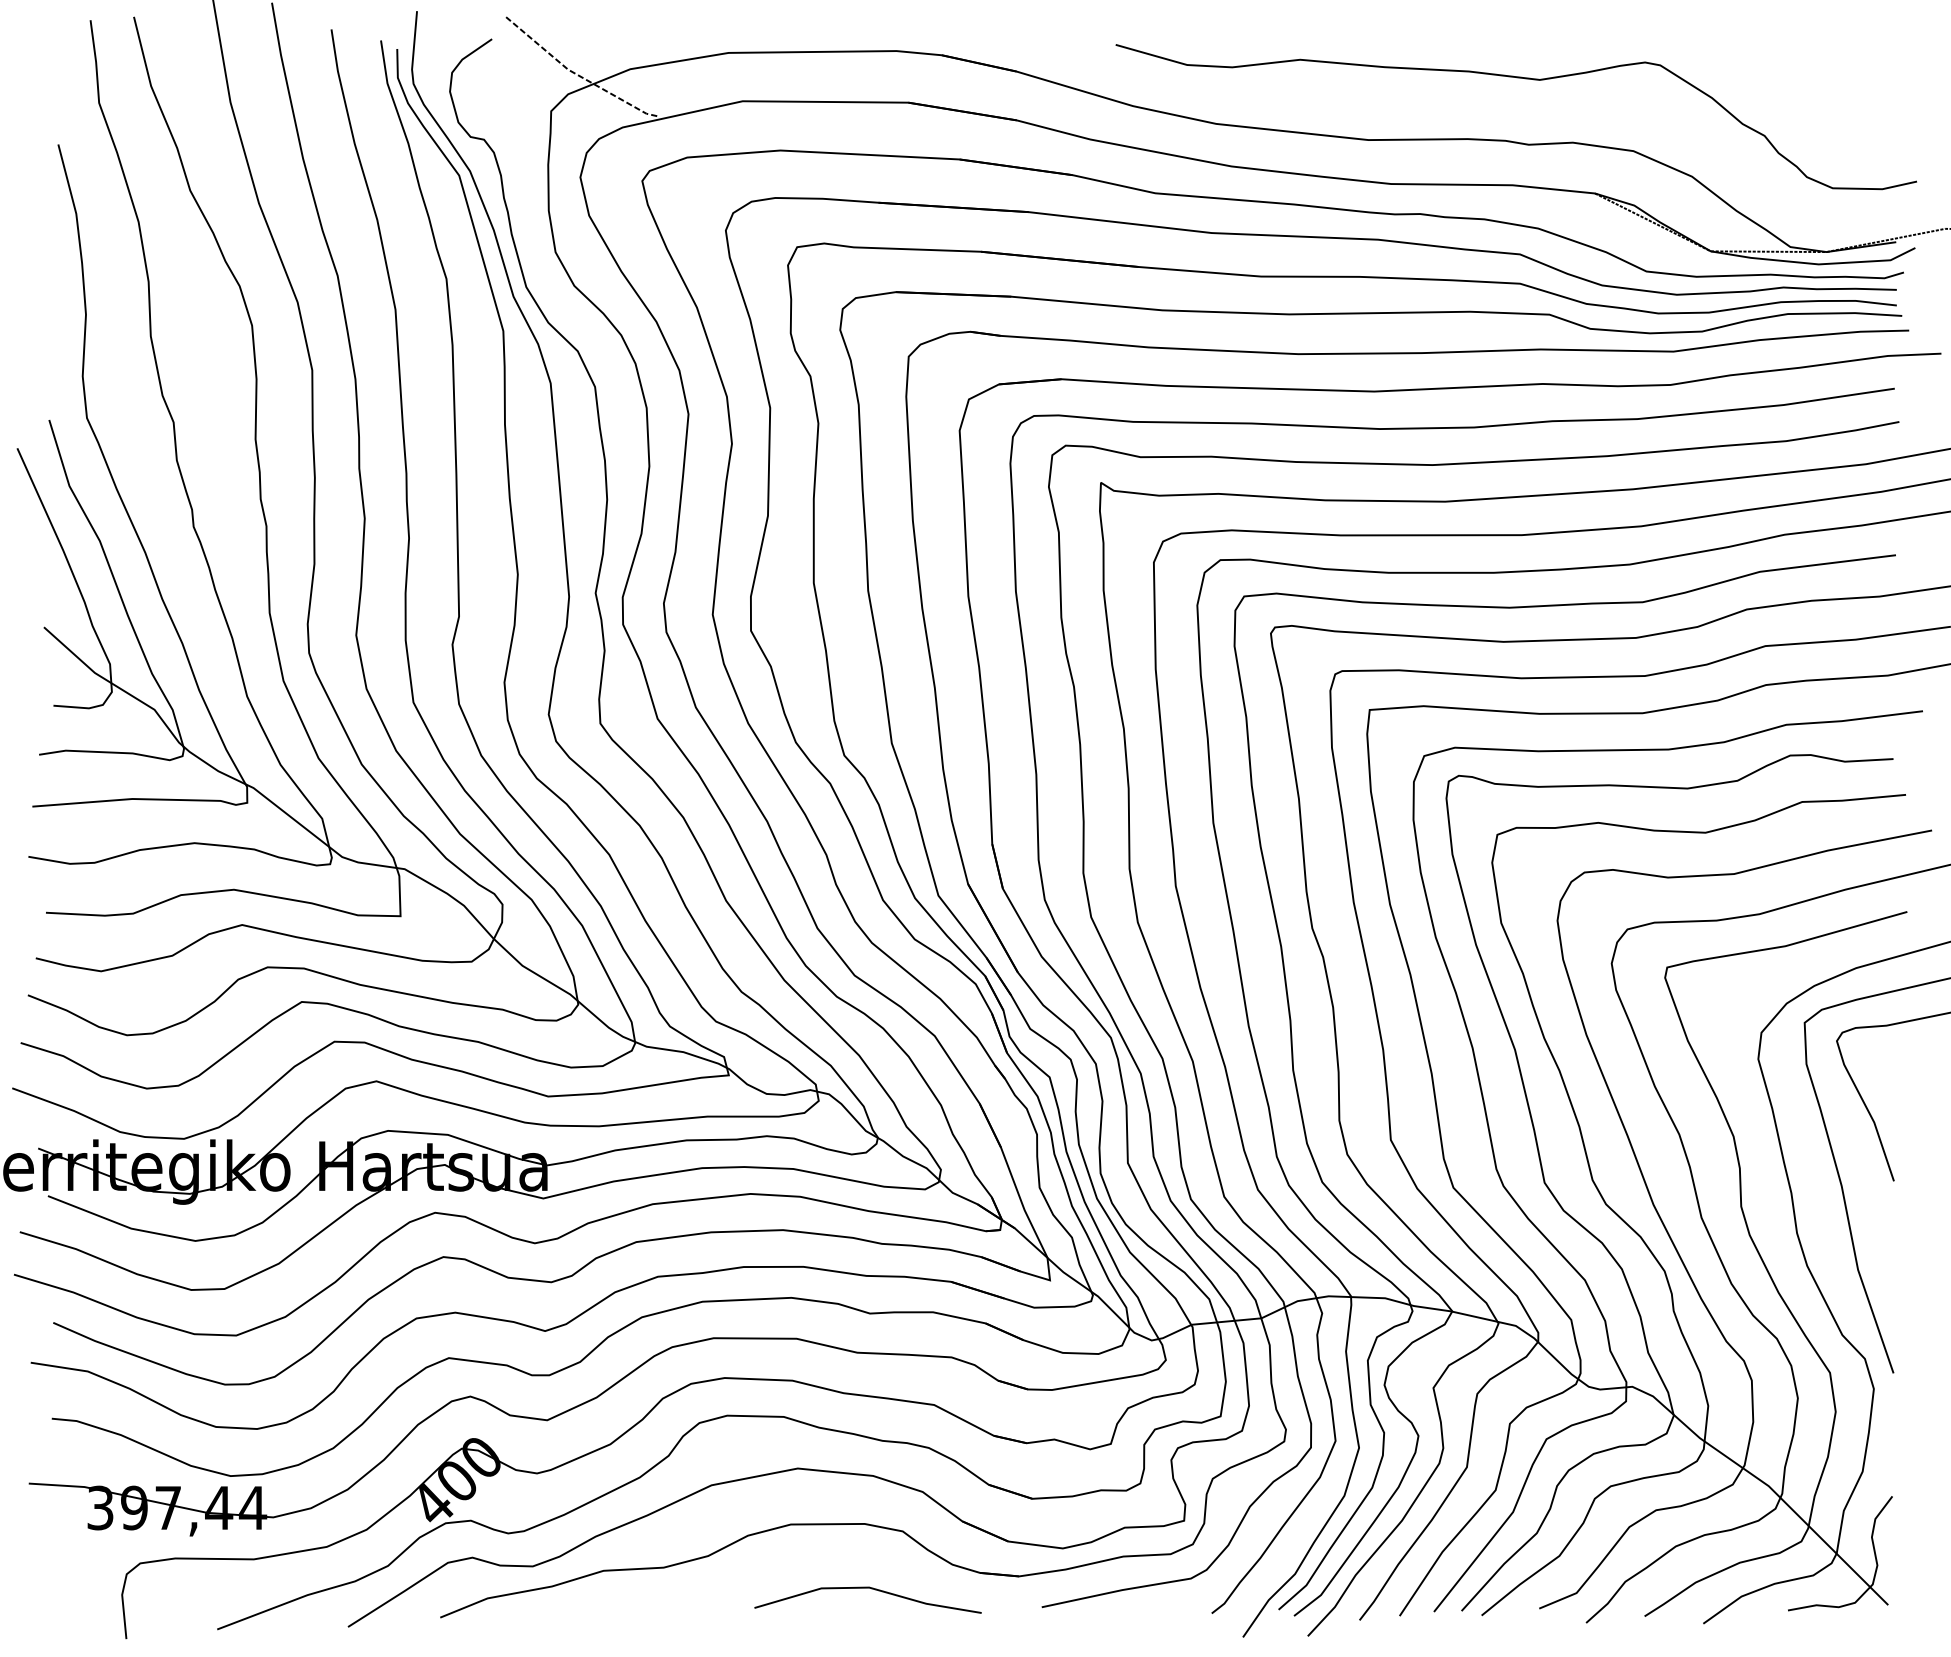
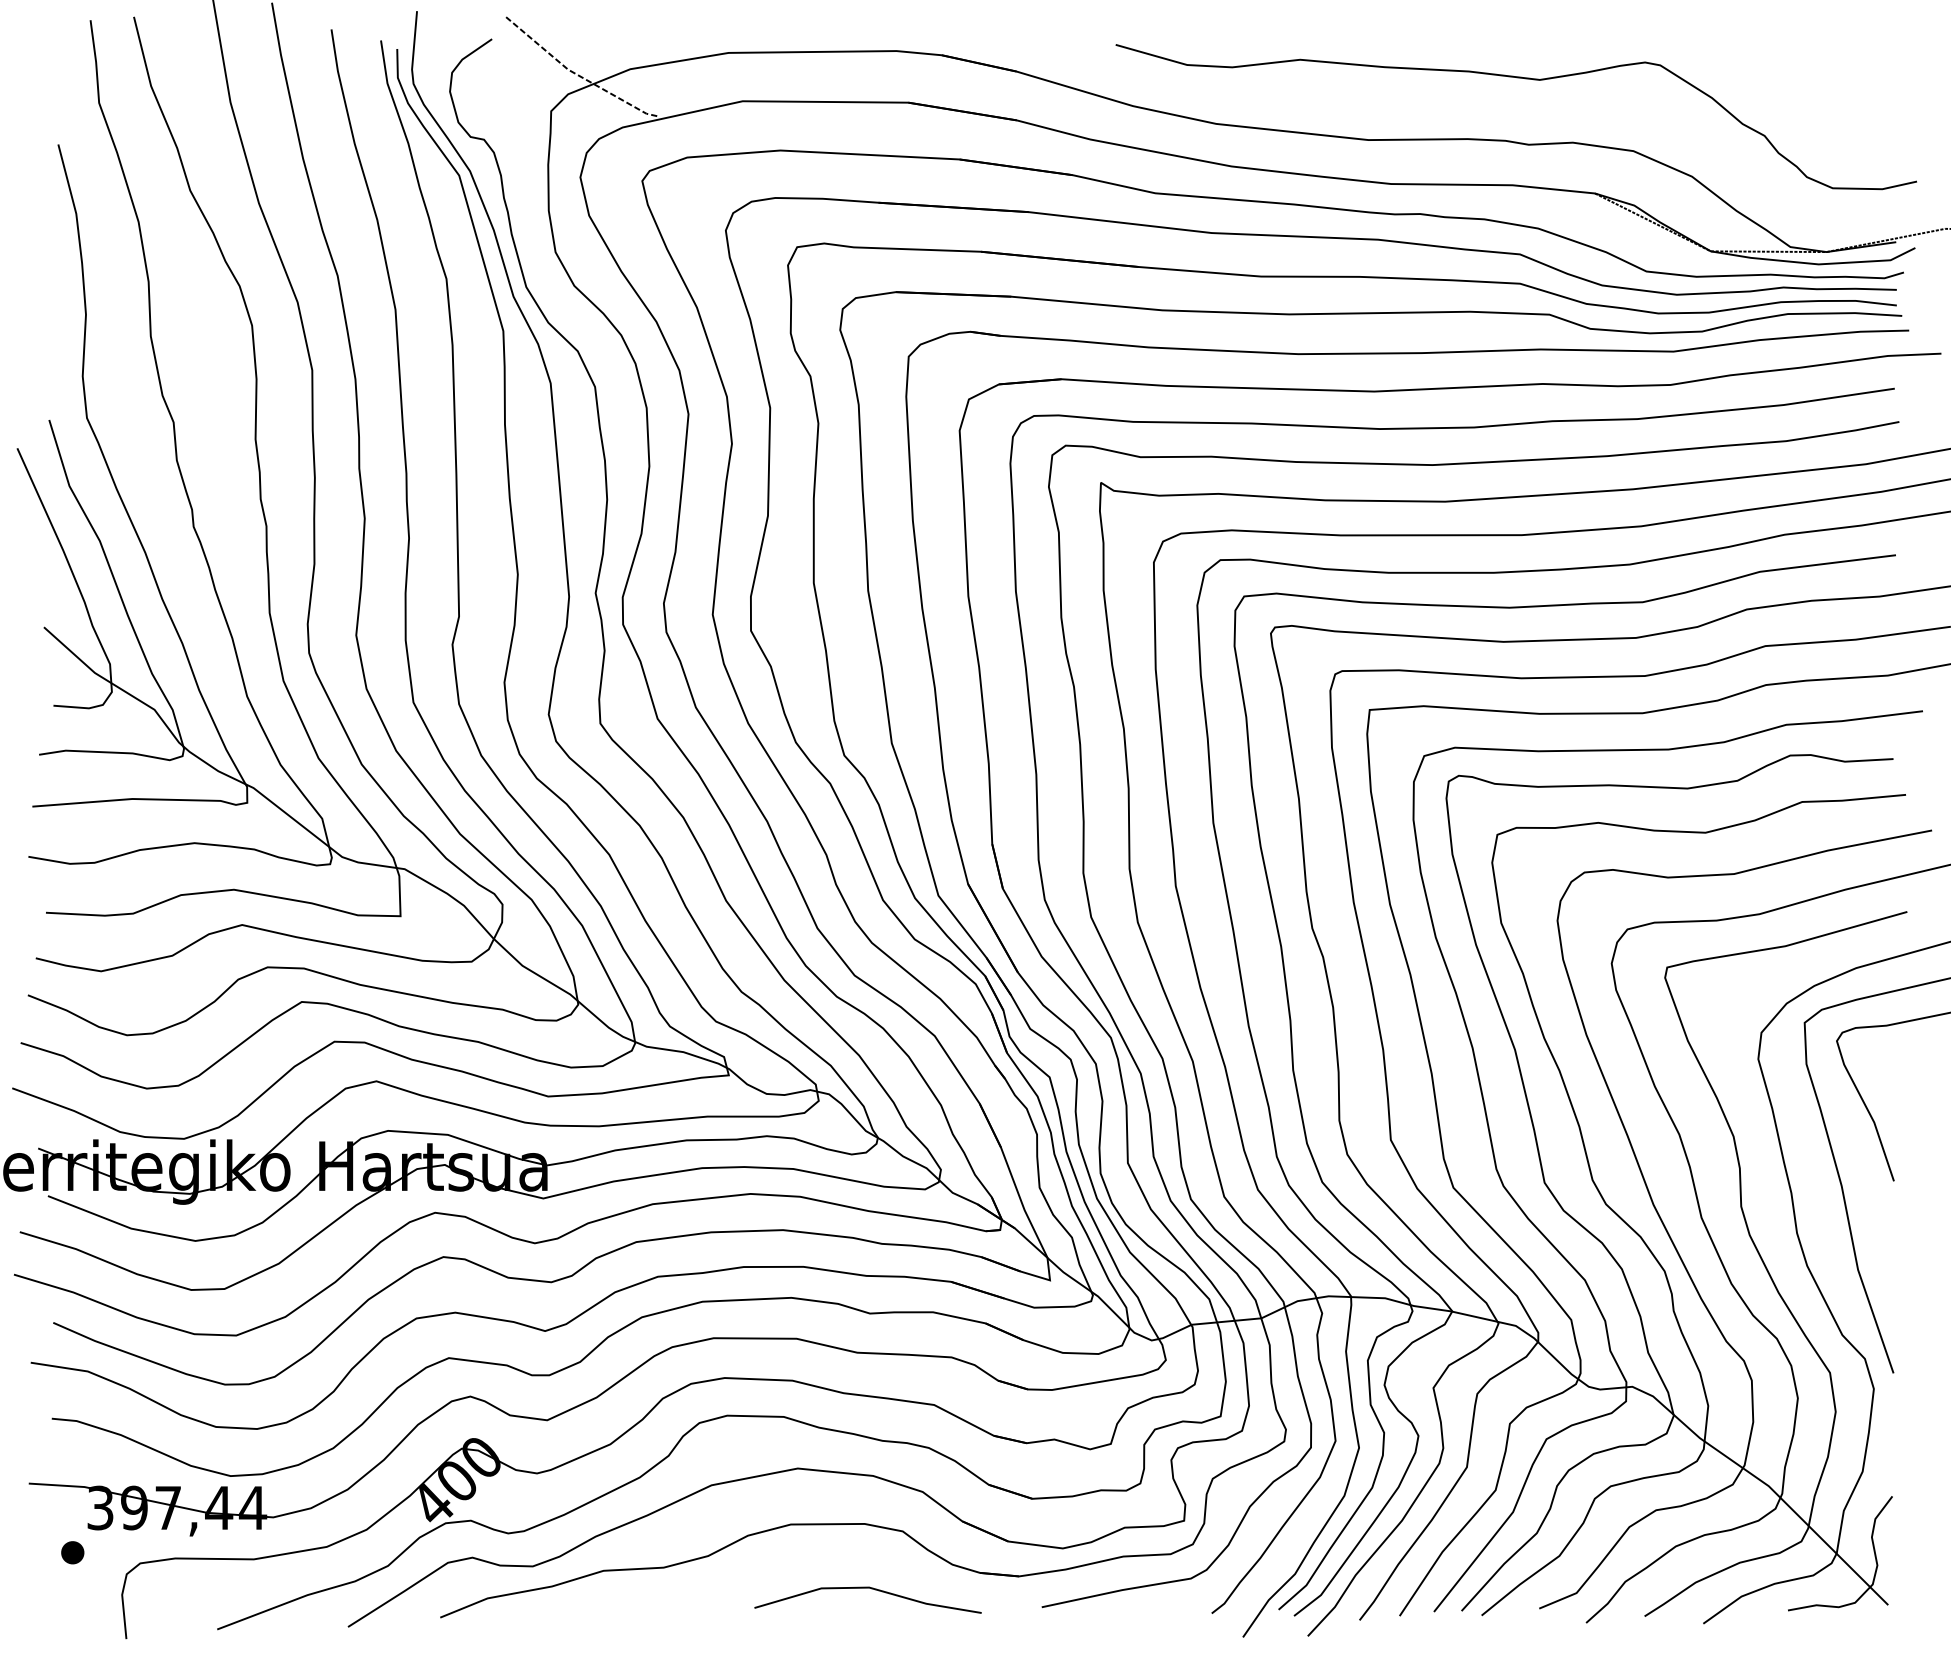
part at (72, 1552): none -> present
